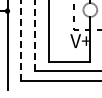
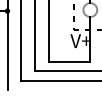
line at (35, 35): dashed -> solid
line at (21, 40): dashed -> solid
